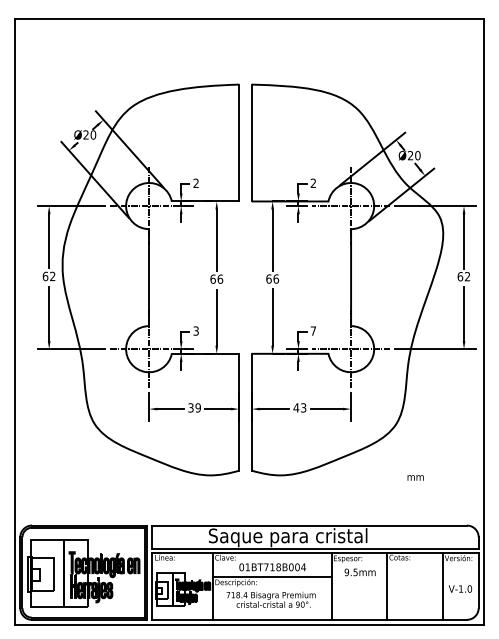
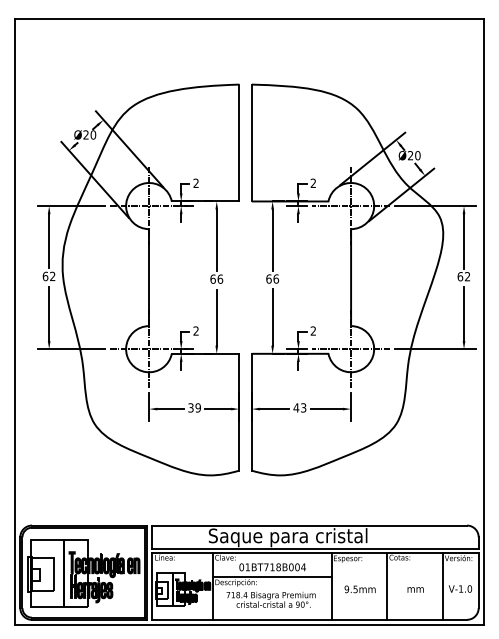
text at (195, 330): 3 -> 2
text at (312, 330): 7 -> 2
text at (415, 477) position: (415, 477) -> (415, 589)
text at (359, 572) position: (359, 572) -> (359, 589)
